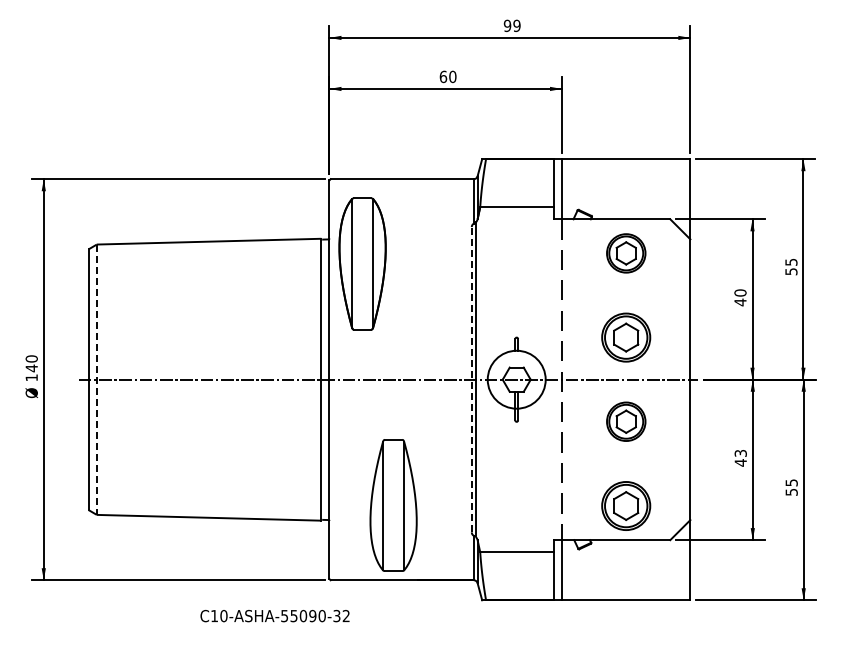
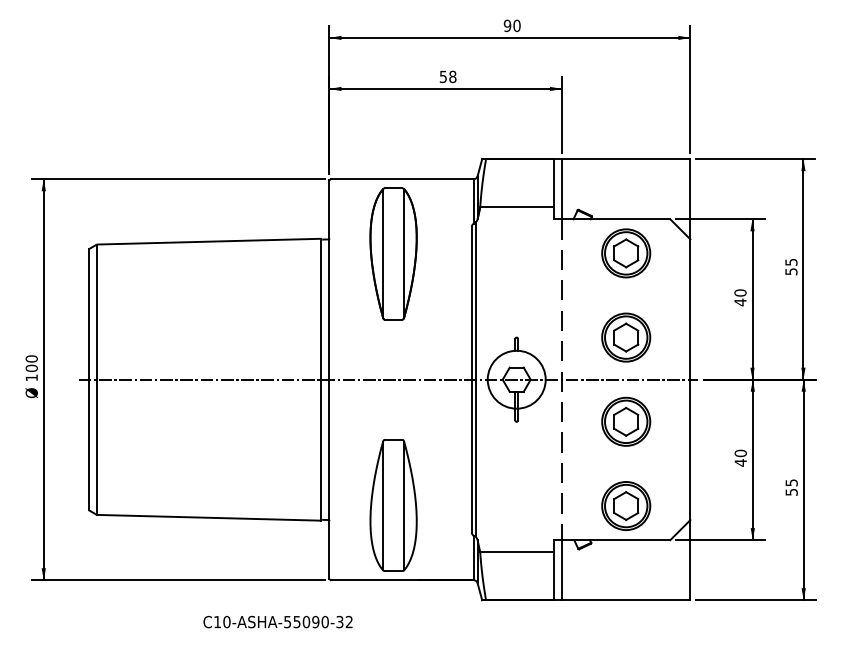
text at (516, 25): 99 -> 90
text at (447, 76): 60 -> 58
part at (626, 253) size: 41x41 px -> 51x51 px
part at (362, 263) position: (362, 263) -> (393, 253)
text at (31, 368): 140 -> 100
line at (471, 379): dashed -> solid
line at (96, 380): dashed -> solid
part at (626, 421) size: 41x41 px -> 51x51 px
text at (740, 453): 43 -> 40
text at (274, 615) position: (274, 615) -> (277, 621)
